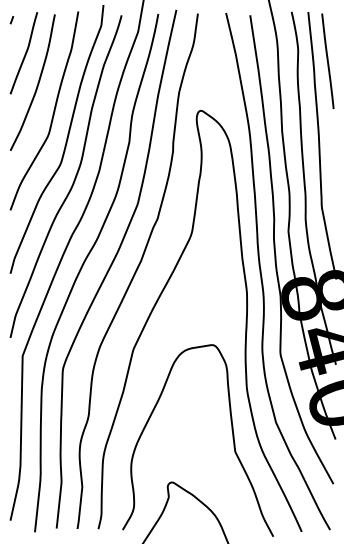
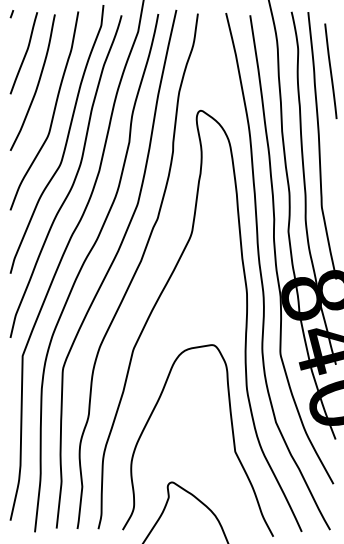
curve at (11, 20) position: (11, 20) -> (11, 14)
line at (327, 61) position: (327, 61) -> (330, 71)
